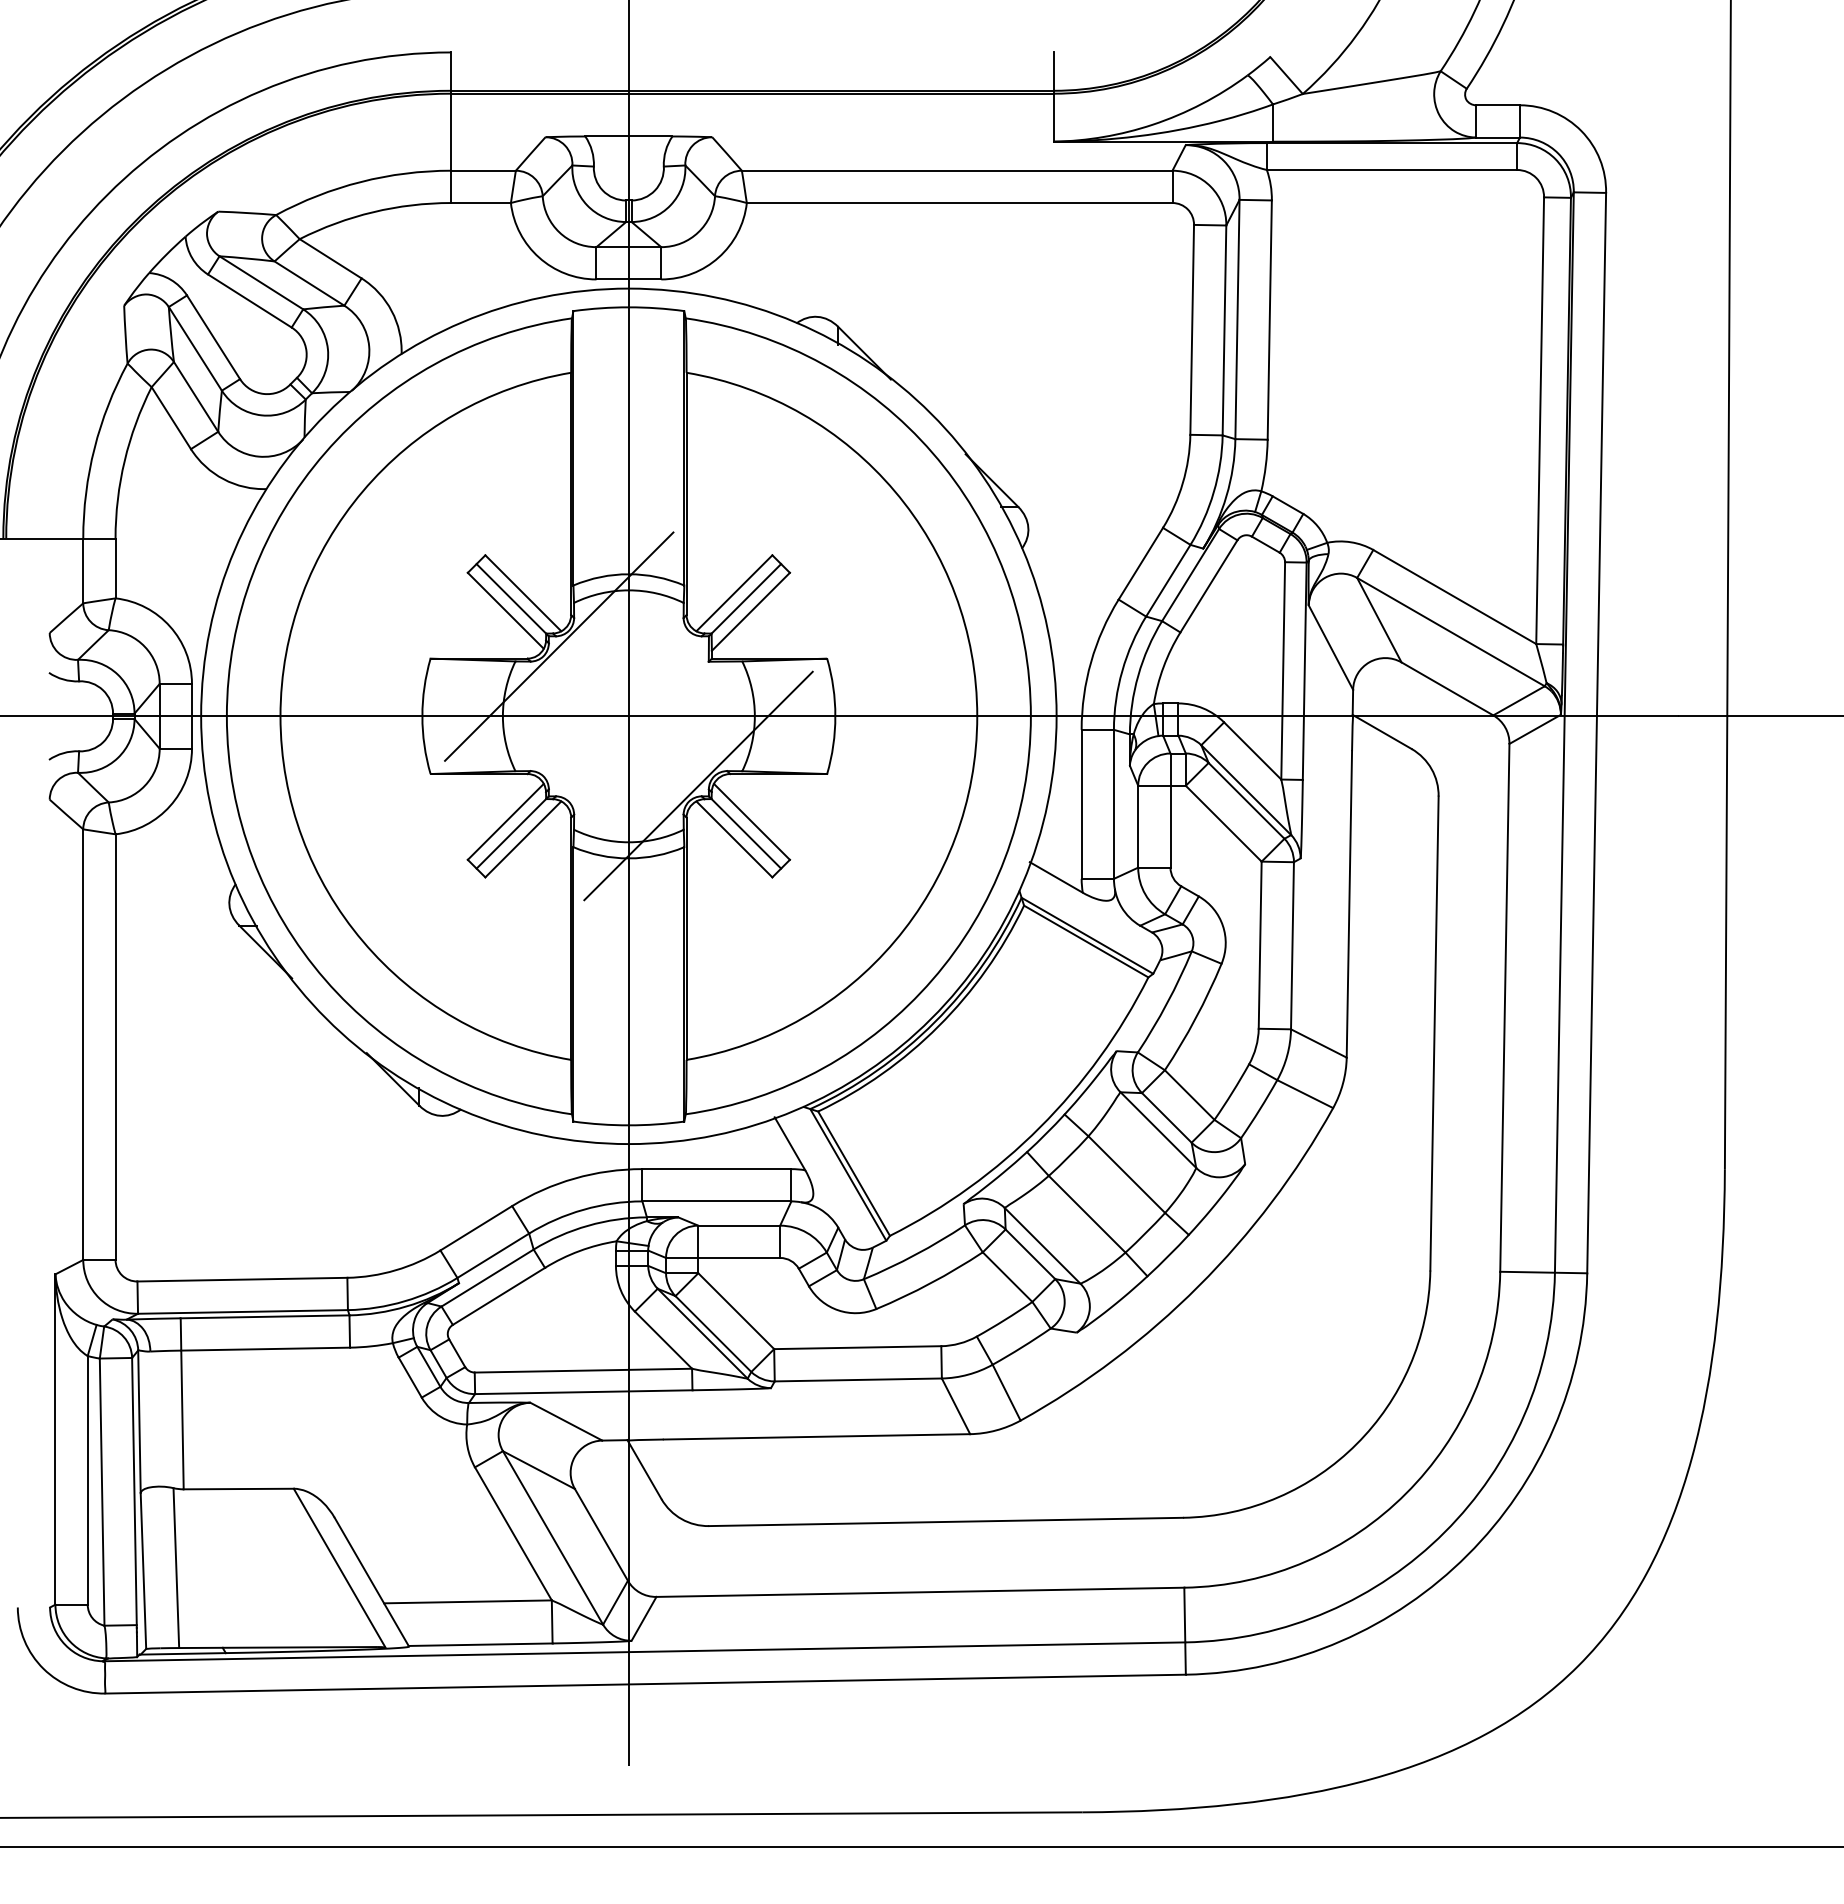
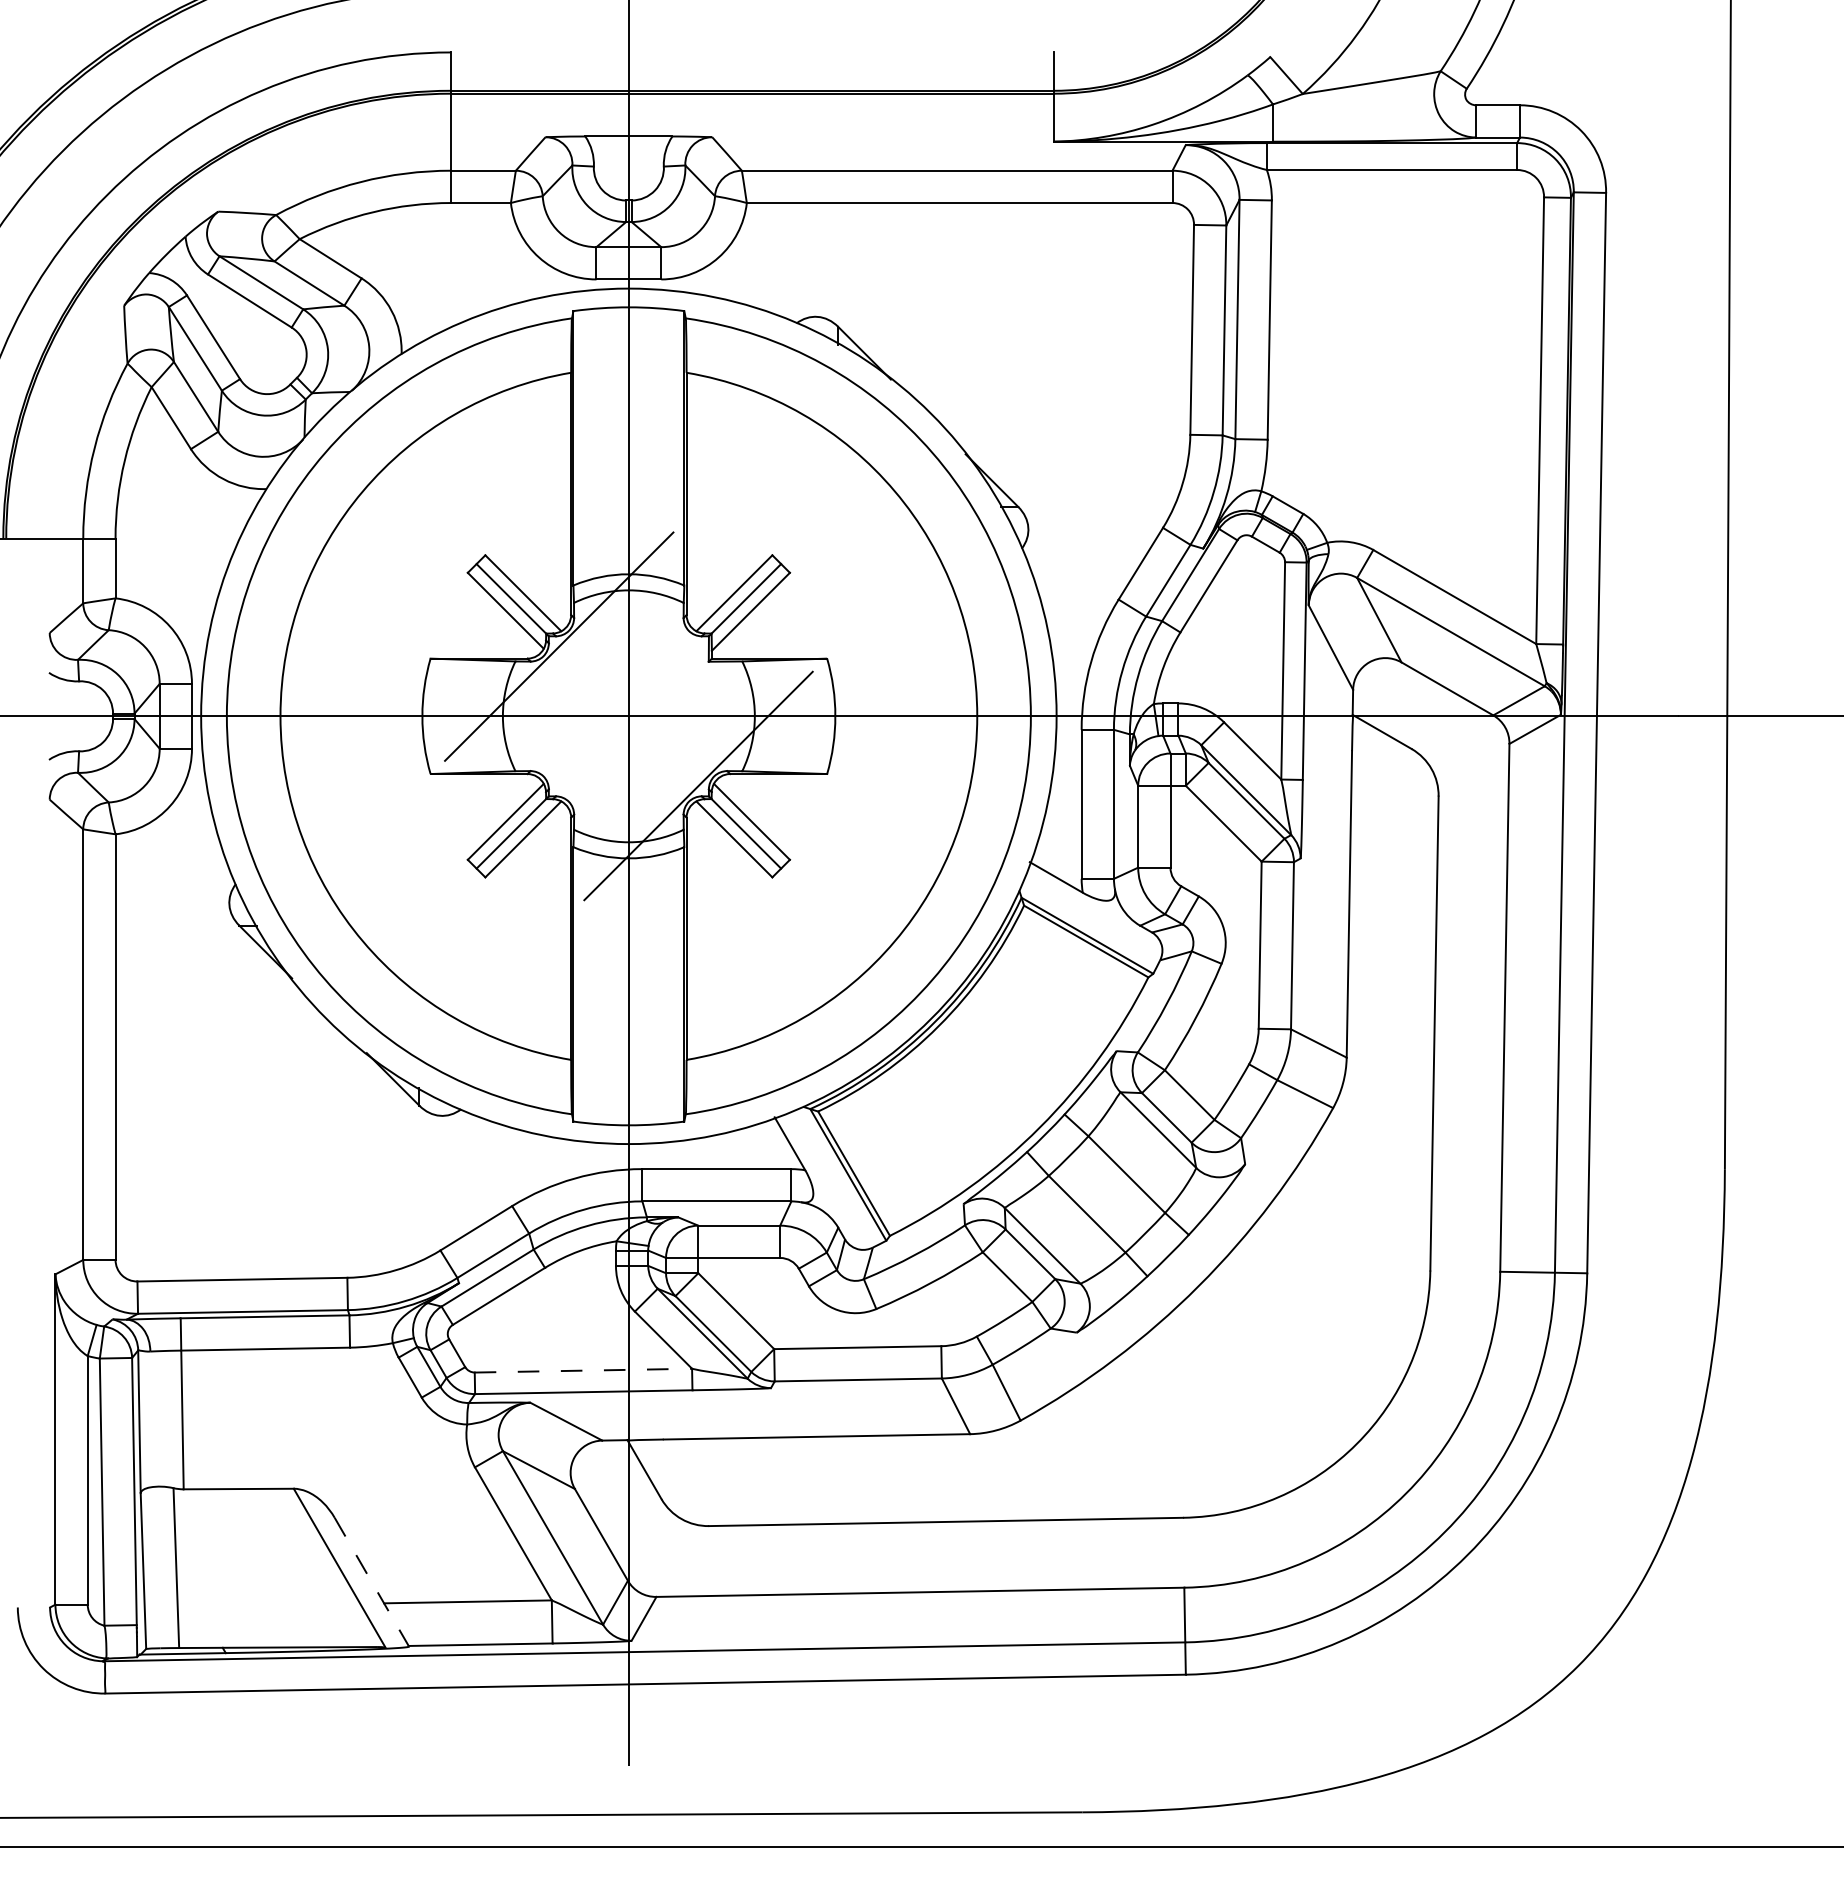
line at (583, 1370): solid -> dashed
line at (371, 1581): solid -> dashed
